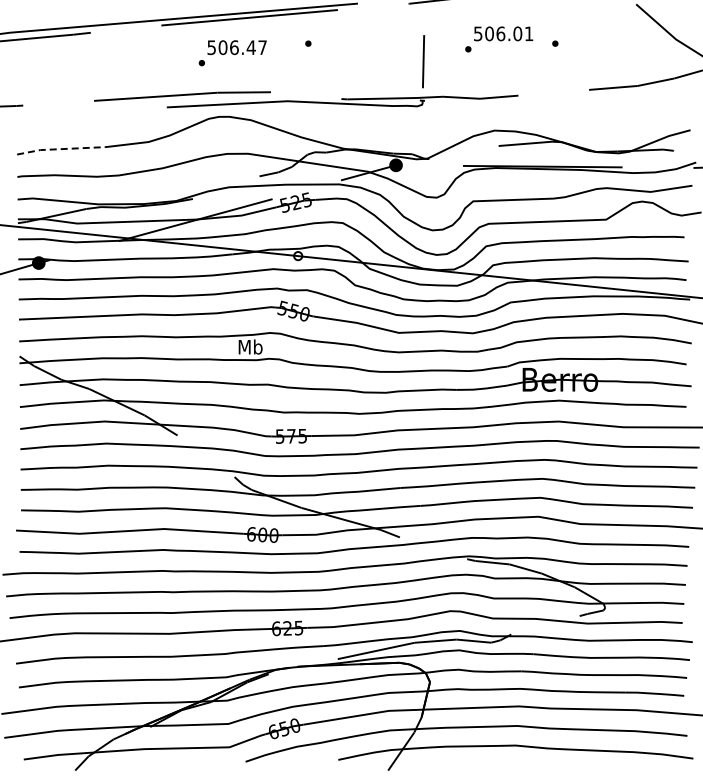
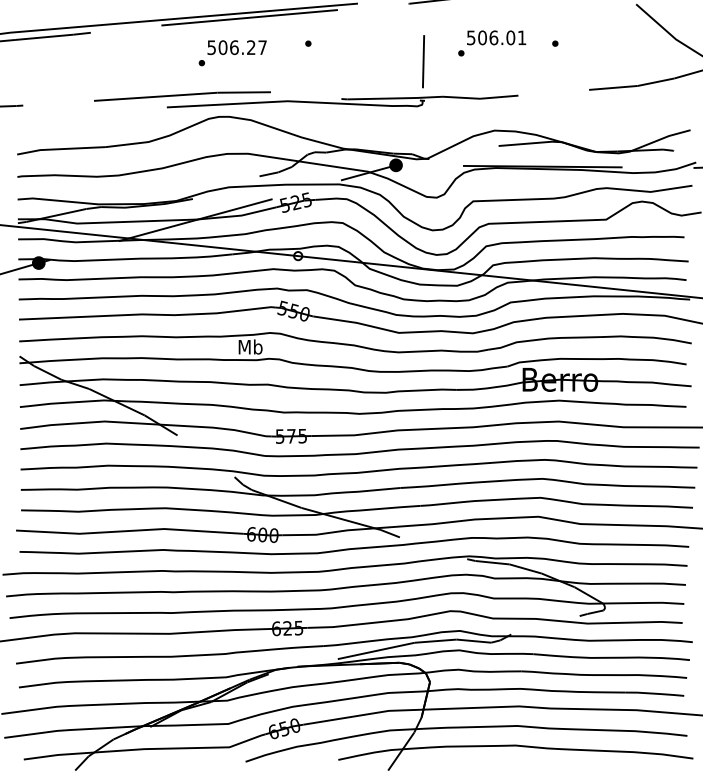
text at (499, 39) position: (499, 39) -> (492, 43)
text at (250, 47): 506.47 -> 506.27
line at (61, 149): dashed -> solid
